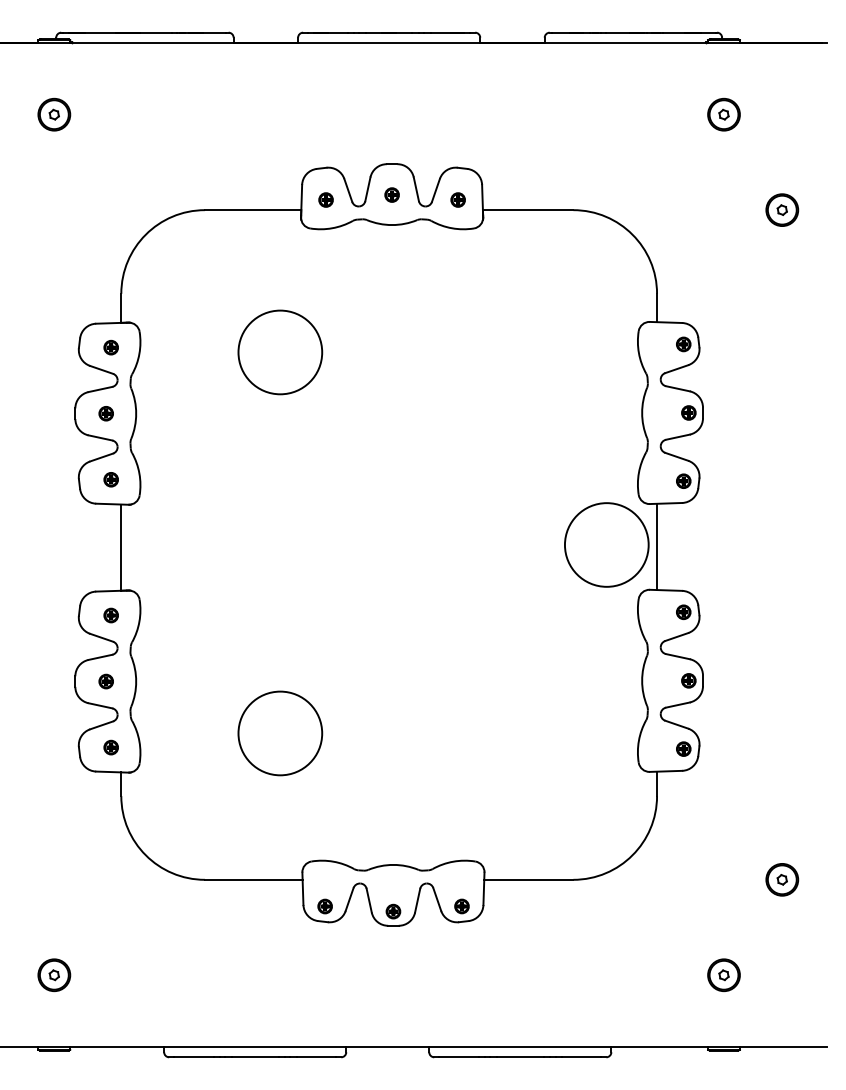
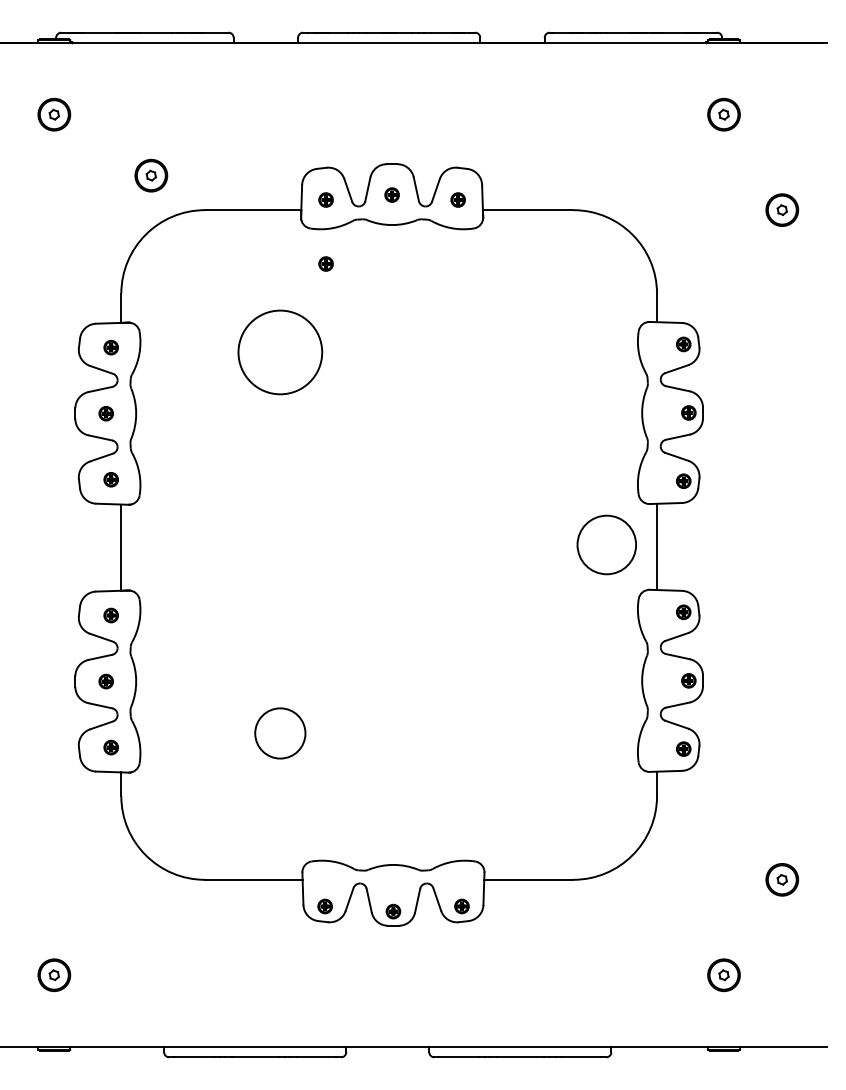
part at (151, 175): none -> present
part at (325, 263): none -> present
circle at (606, 544) diameter: 84 px -> 59 px
circle at (280, 733) diameter: 84 px -> 50 px
